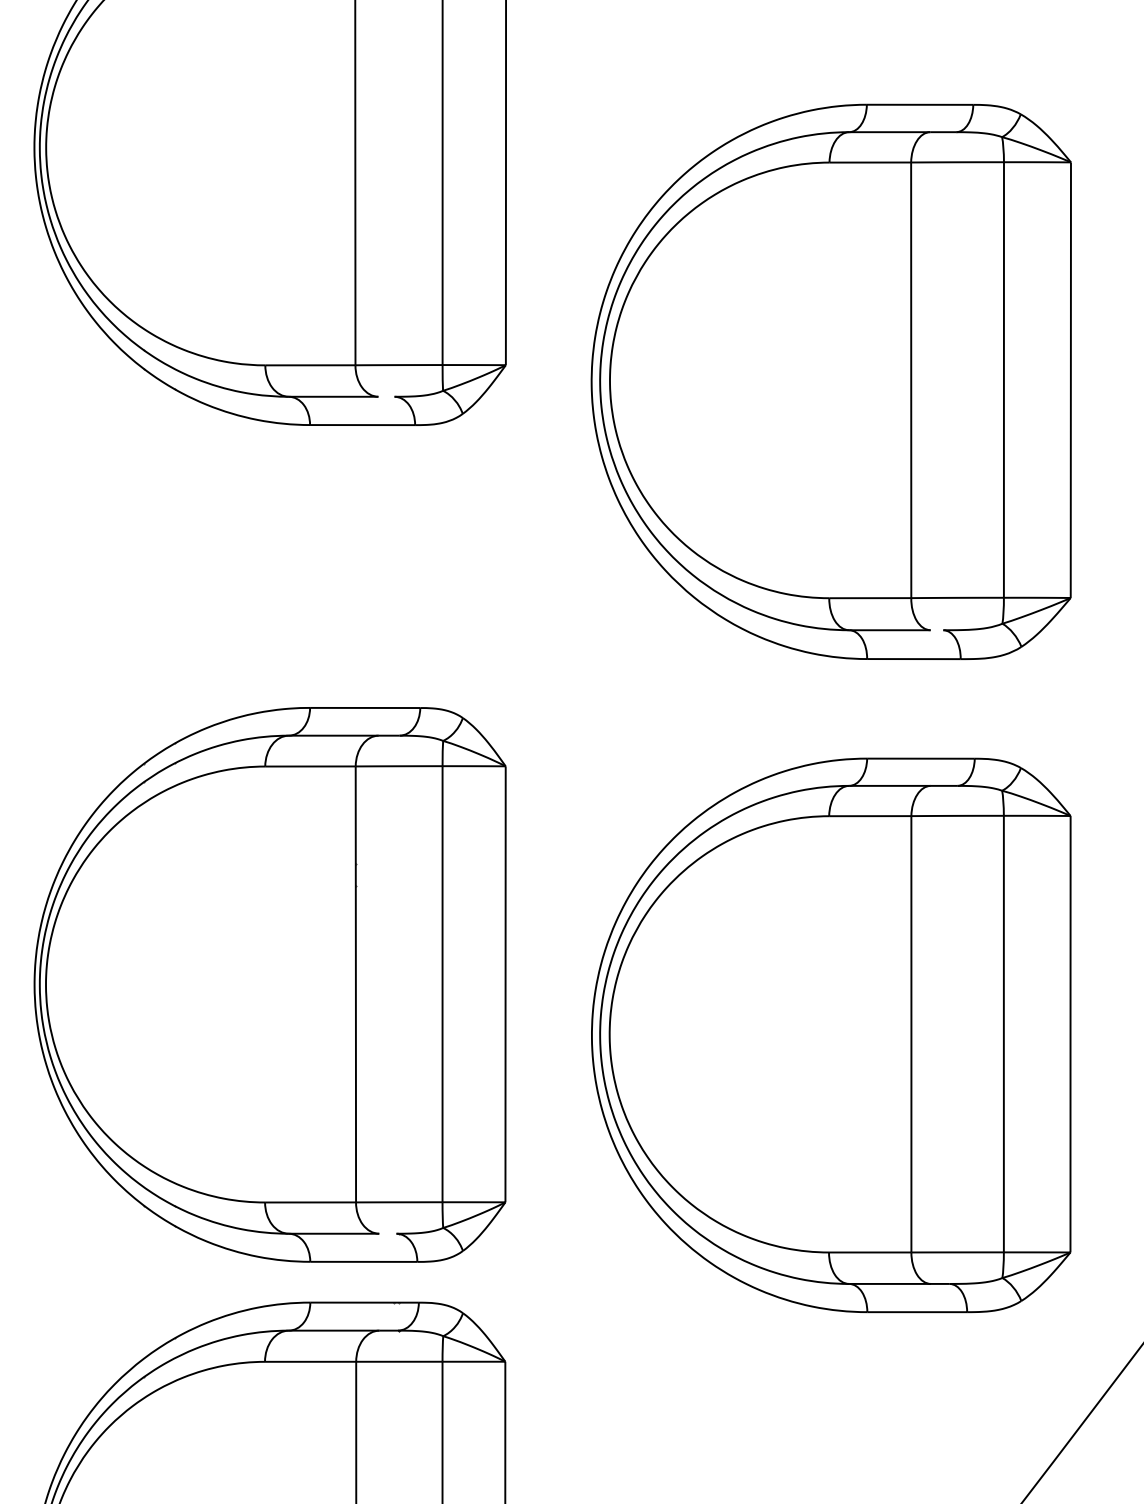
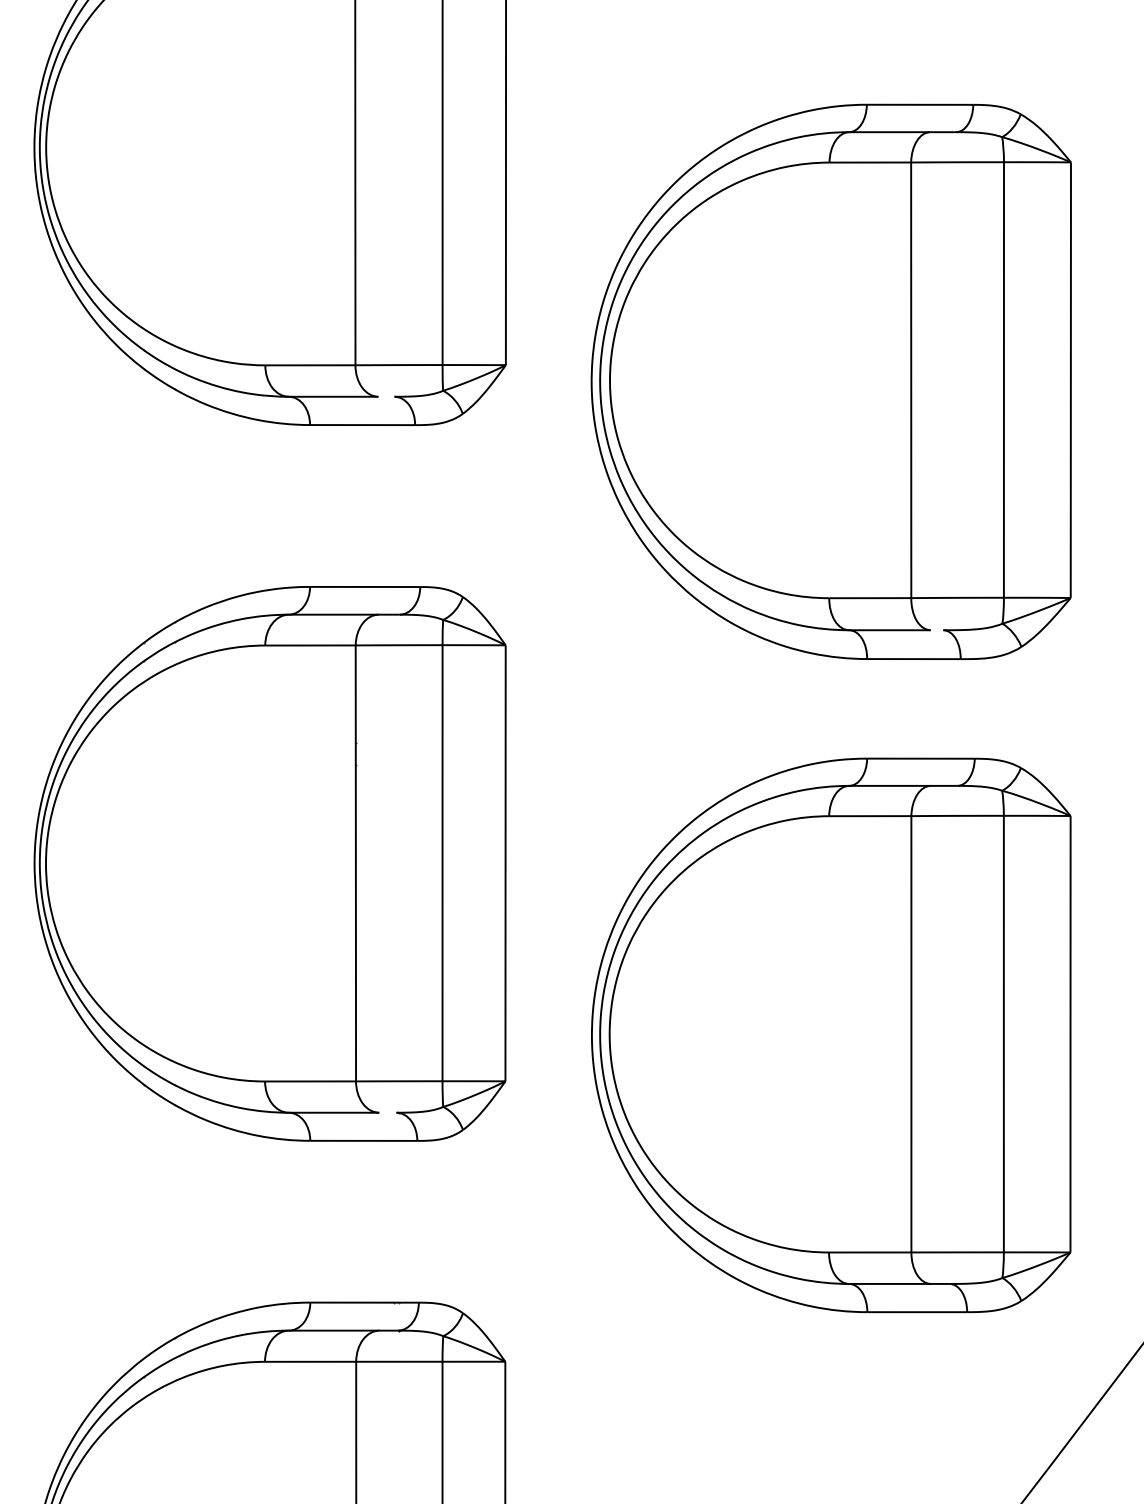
part at (269, 984) position: (269, 984) -> (269, 863)
